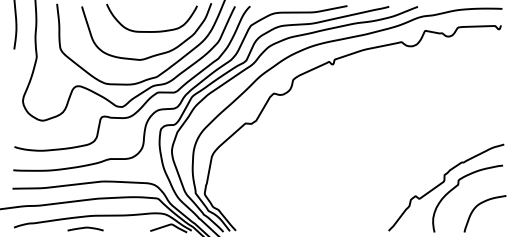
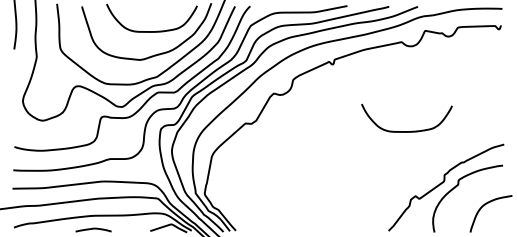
curve at (406, 131): none -> present
curve at (479, 205) position: (479, 205) -> (485, 205)
curve at (85, 228) position: (85, 228) -> (93, 229)
